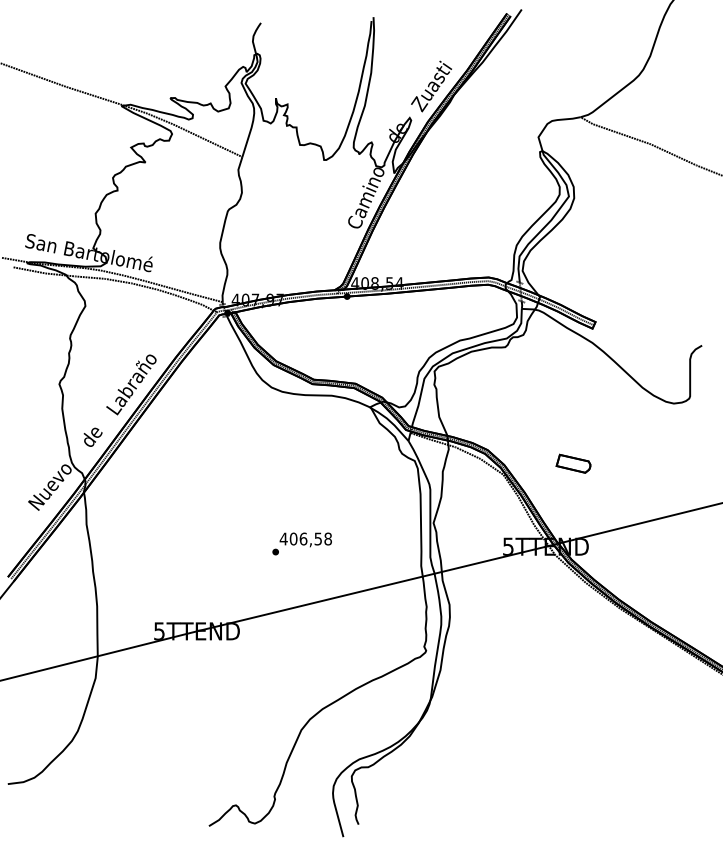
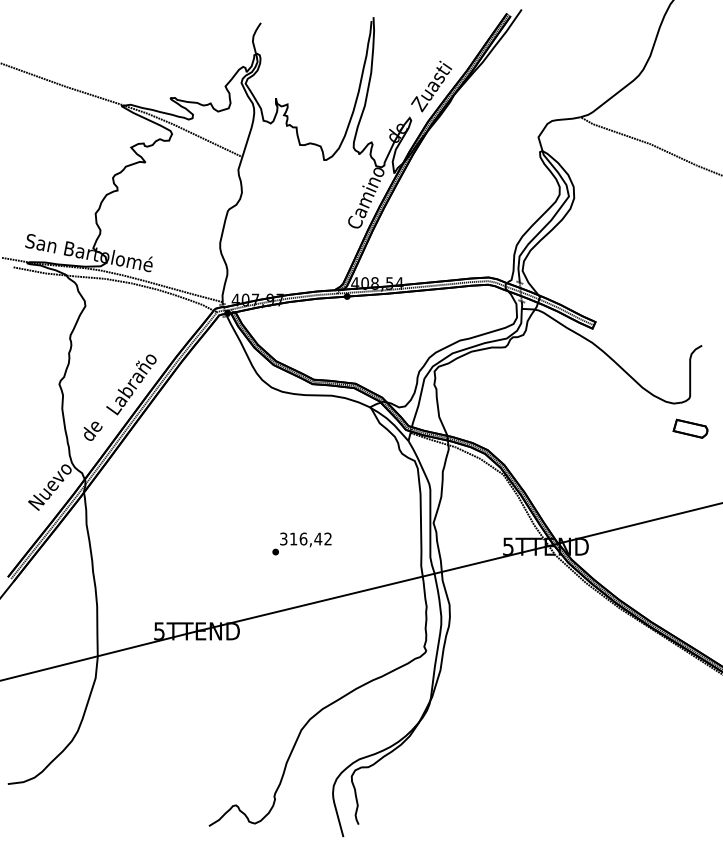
text at (92, 436) position: (92, 436) -> (92, 430)
part at (573, 463) position: (573, 463) -> (690, 428)
text at (305, 538): 406,58 -> 316,42
